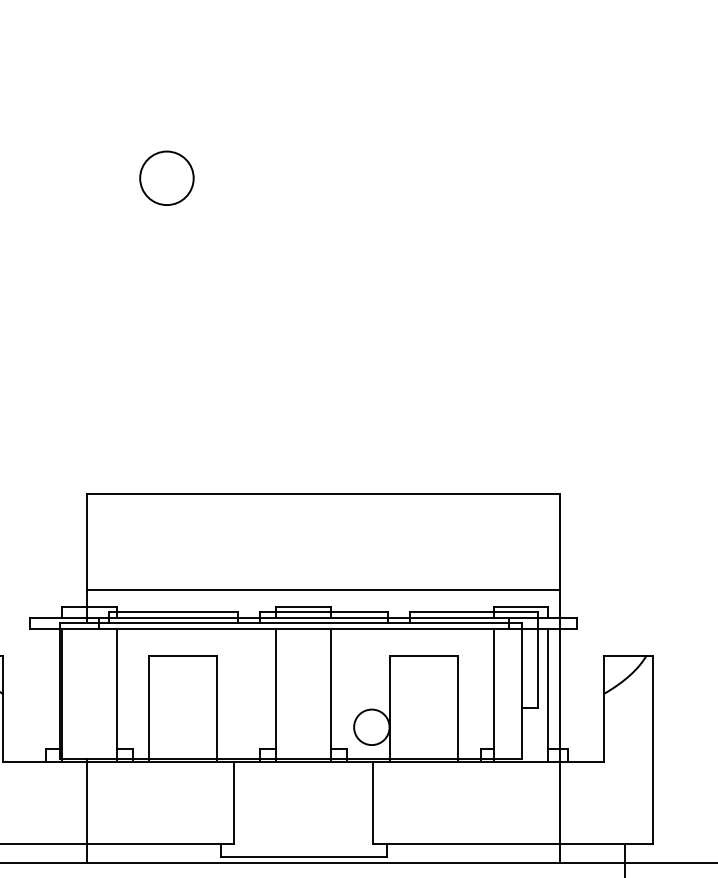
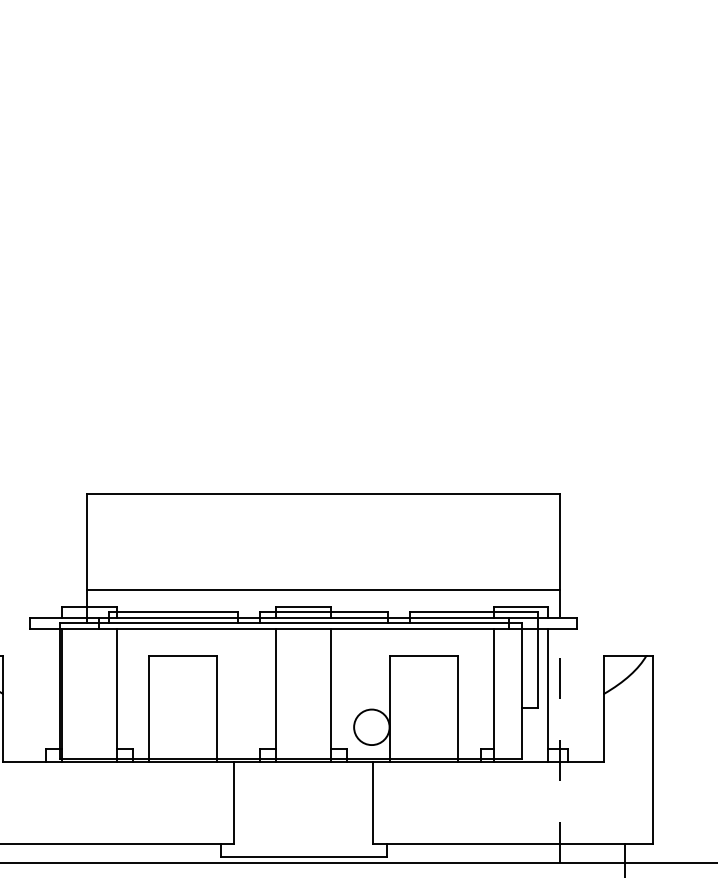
circle at (166, 177): present -> none
line at (560, 726): solid -> dashed
line at (87, 811): present -> none
